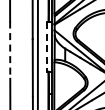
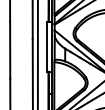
line at (47, 46): dashed -> solid
line at (10, 50): dashed -> solid
